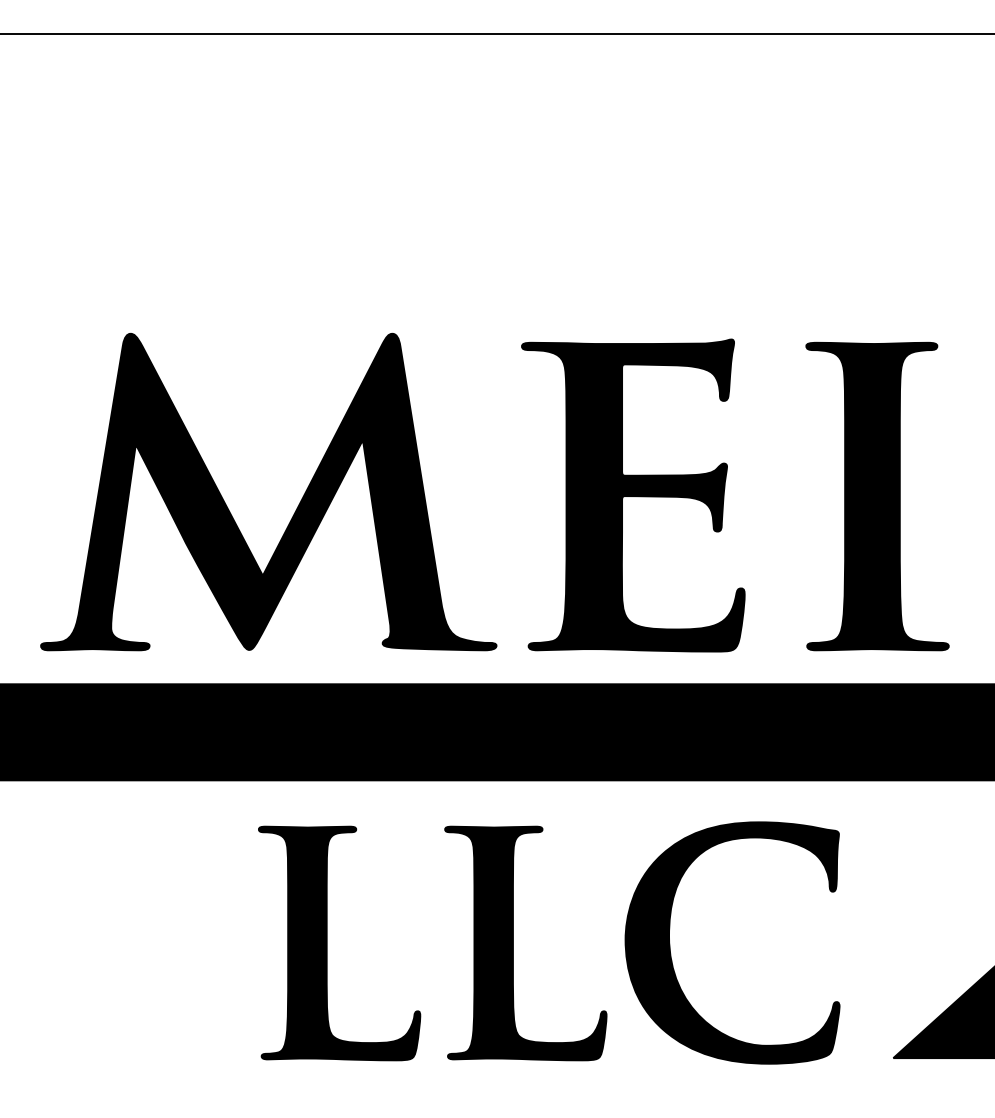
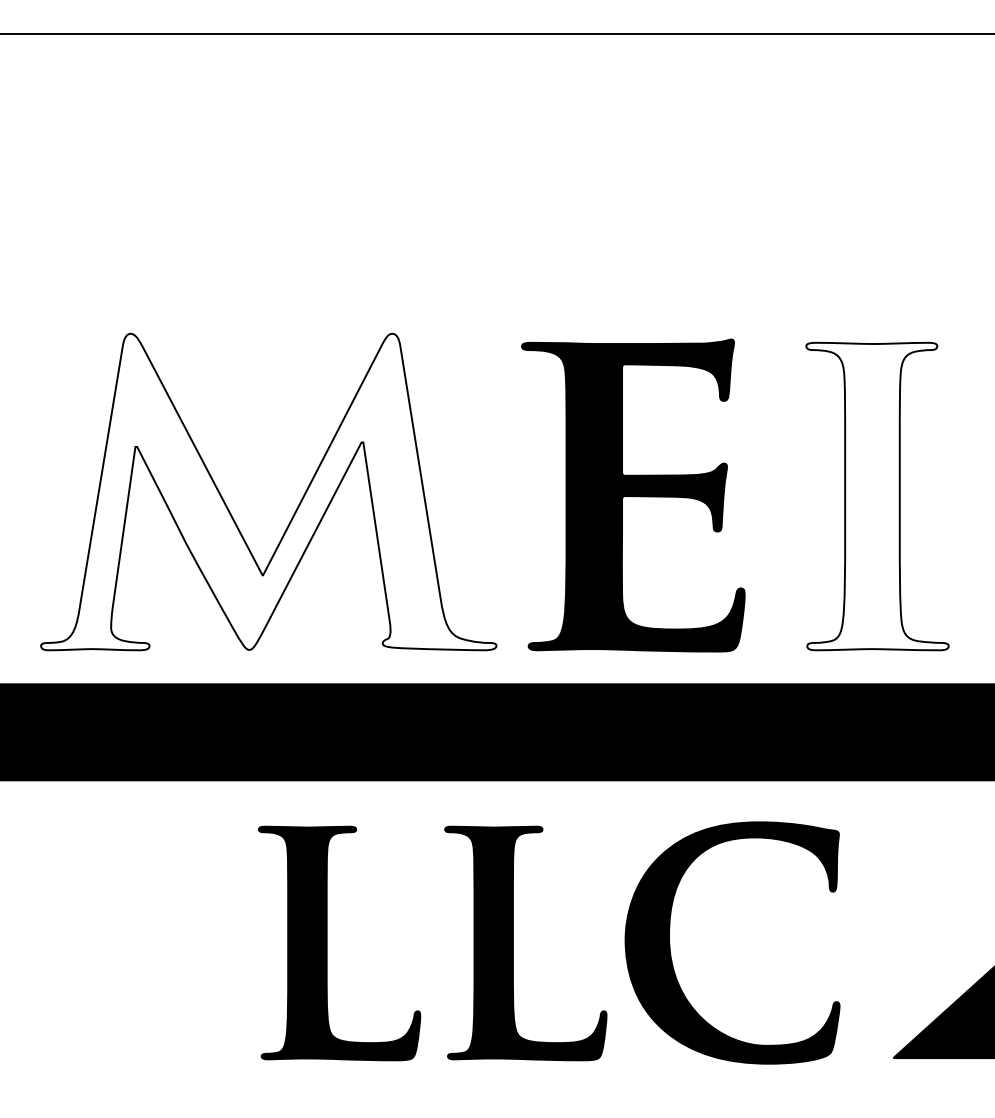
fill at (268, 491): present -> none
fill at (877, 496): present -> none
